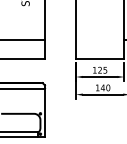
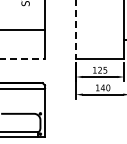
line at (76, 30): solid -> dashed
line at (23, 39) position: (23, 39) -> (23, 29)
line at (23, 59): solid -> dashed
